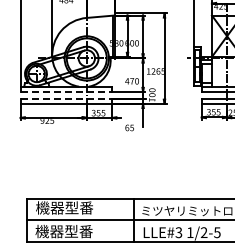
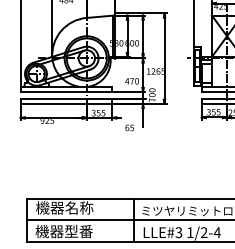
line at (66, 92): dashed -> solid
line at (66, 99): dashed -> solid
text at (79, 207): 機器型番 -> 機器名称
text at (216, 232): 1/2-5 -> 1/2-4
